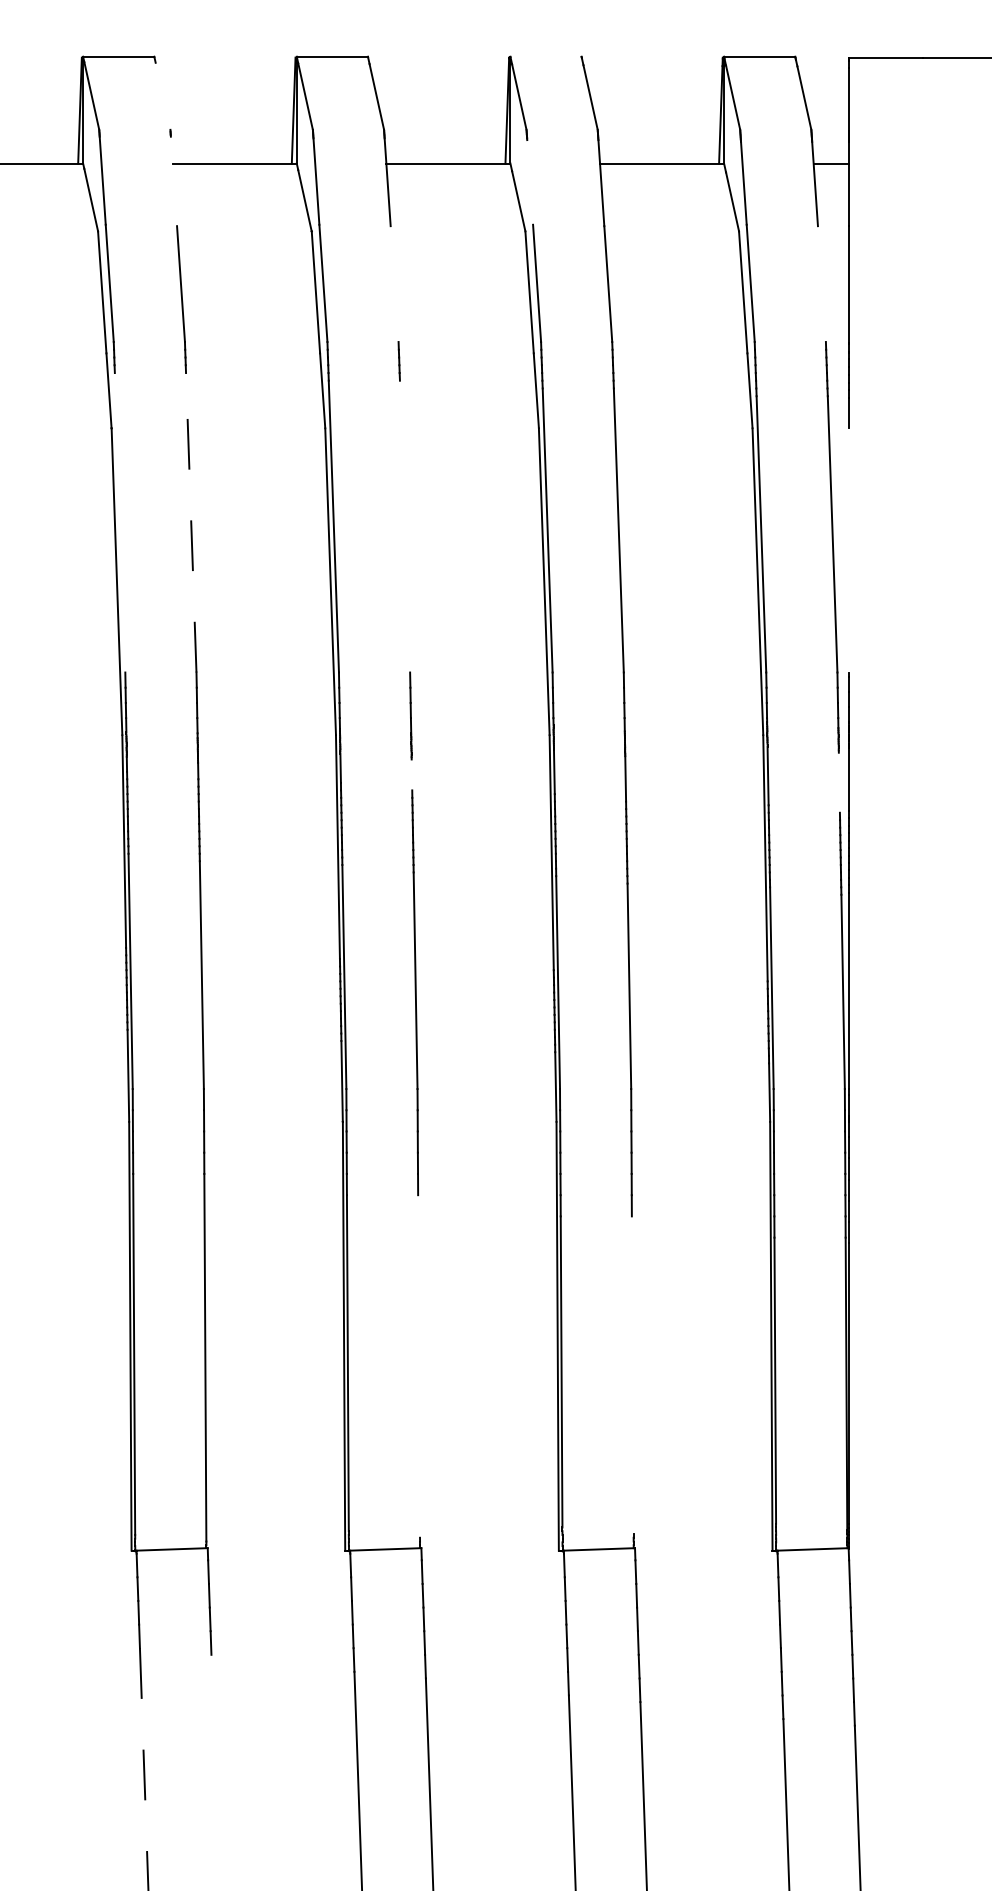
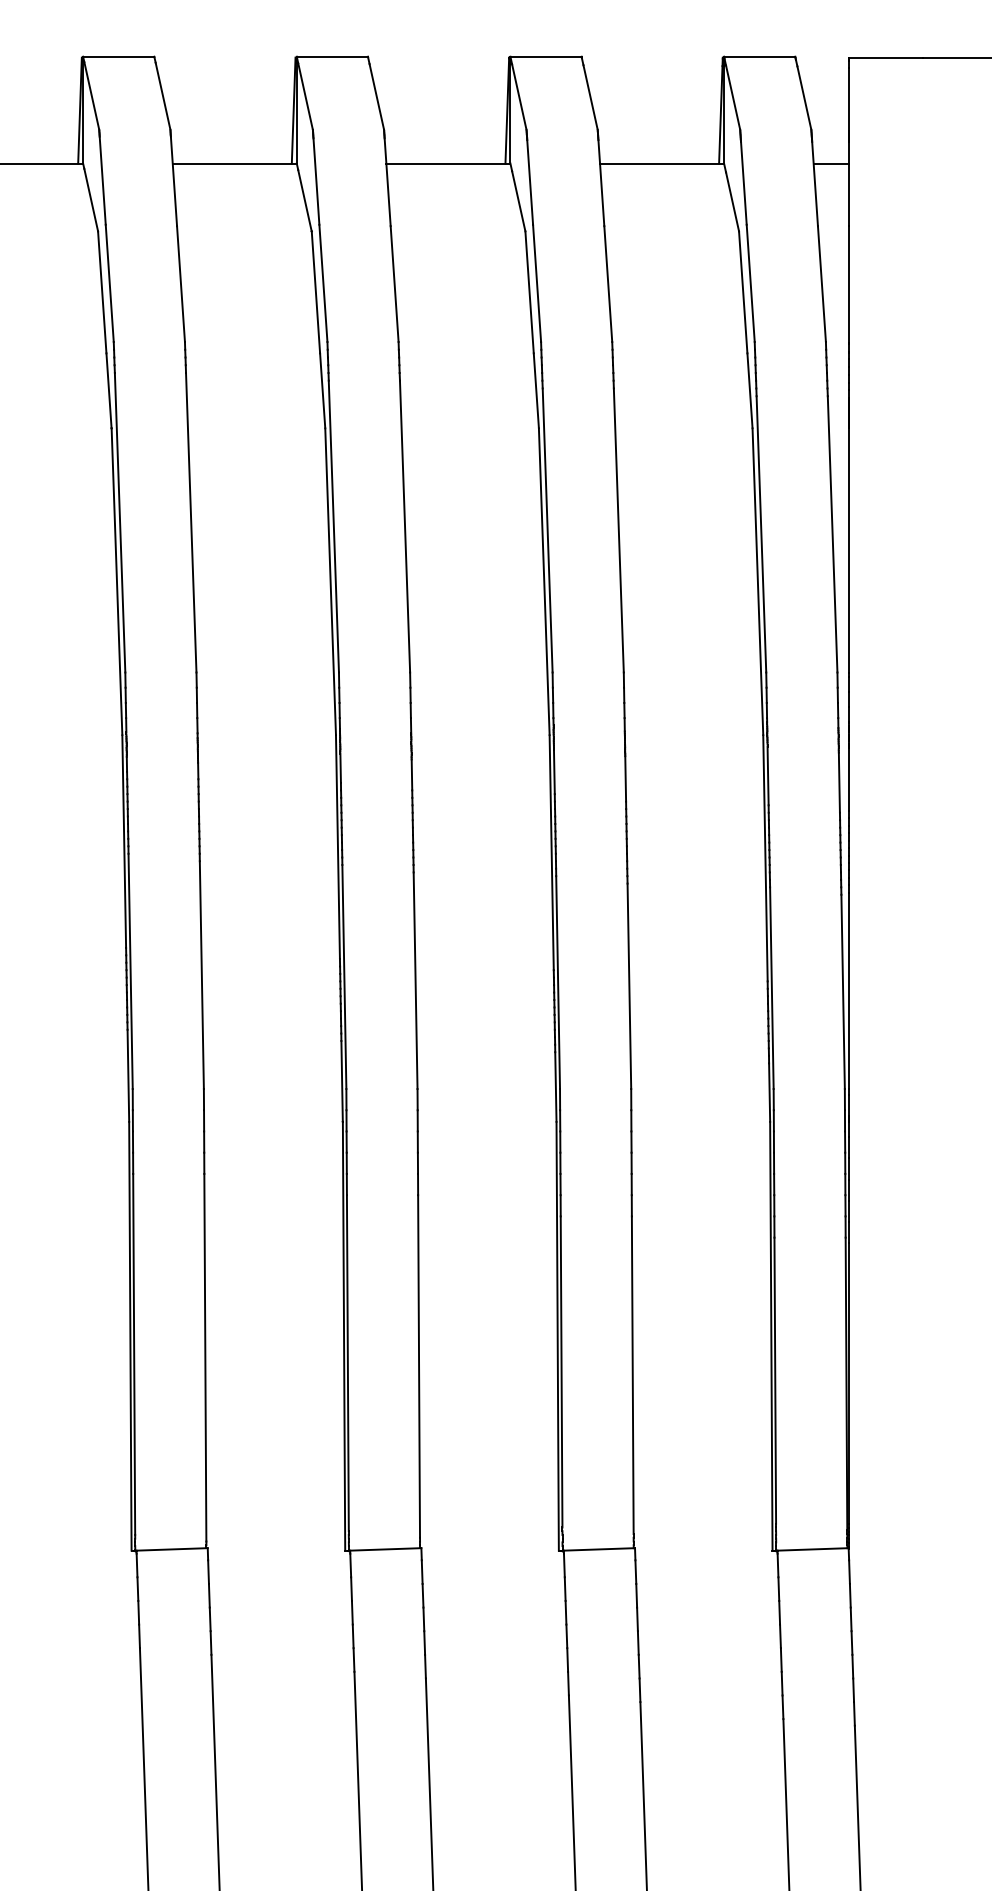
line at (545, 56): none -> present
line at (162, 95): none -> present
line at (173, 181): none -> present
line at (530, 182): none -> present
line at (394, 284): none -> present
line at (821, 284): none -> present
line at (119, 522): none -> present
line at (191, 522): dashed -> solid
line at (404, 526): none -> present
line at (848, 535): none -> present
line at (411, 774): none -> present
line at (838, 782): none -> present
line at (419, 1366): none -> present
line at (632, 1375): none -> present
line at (144, 1769): dashed -> solid
line at (215, 1770): none -> present
